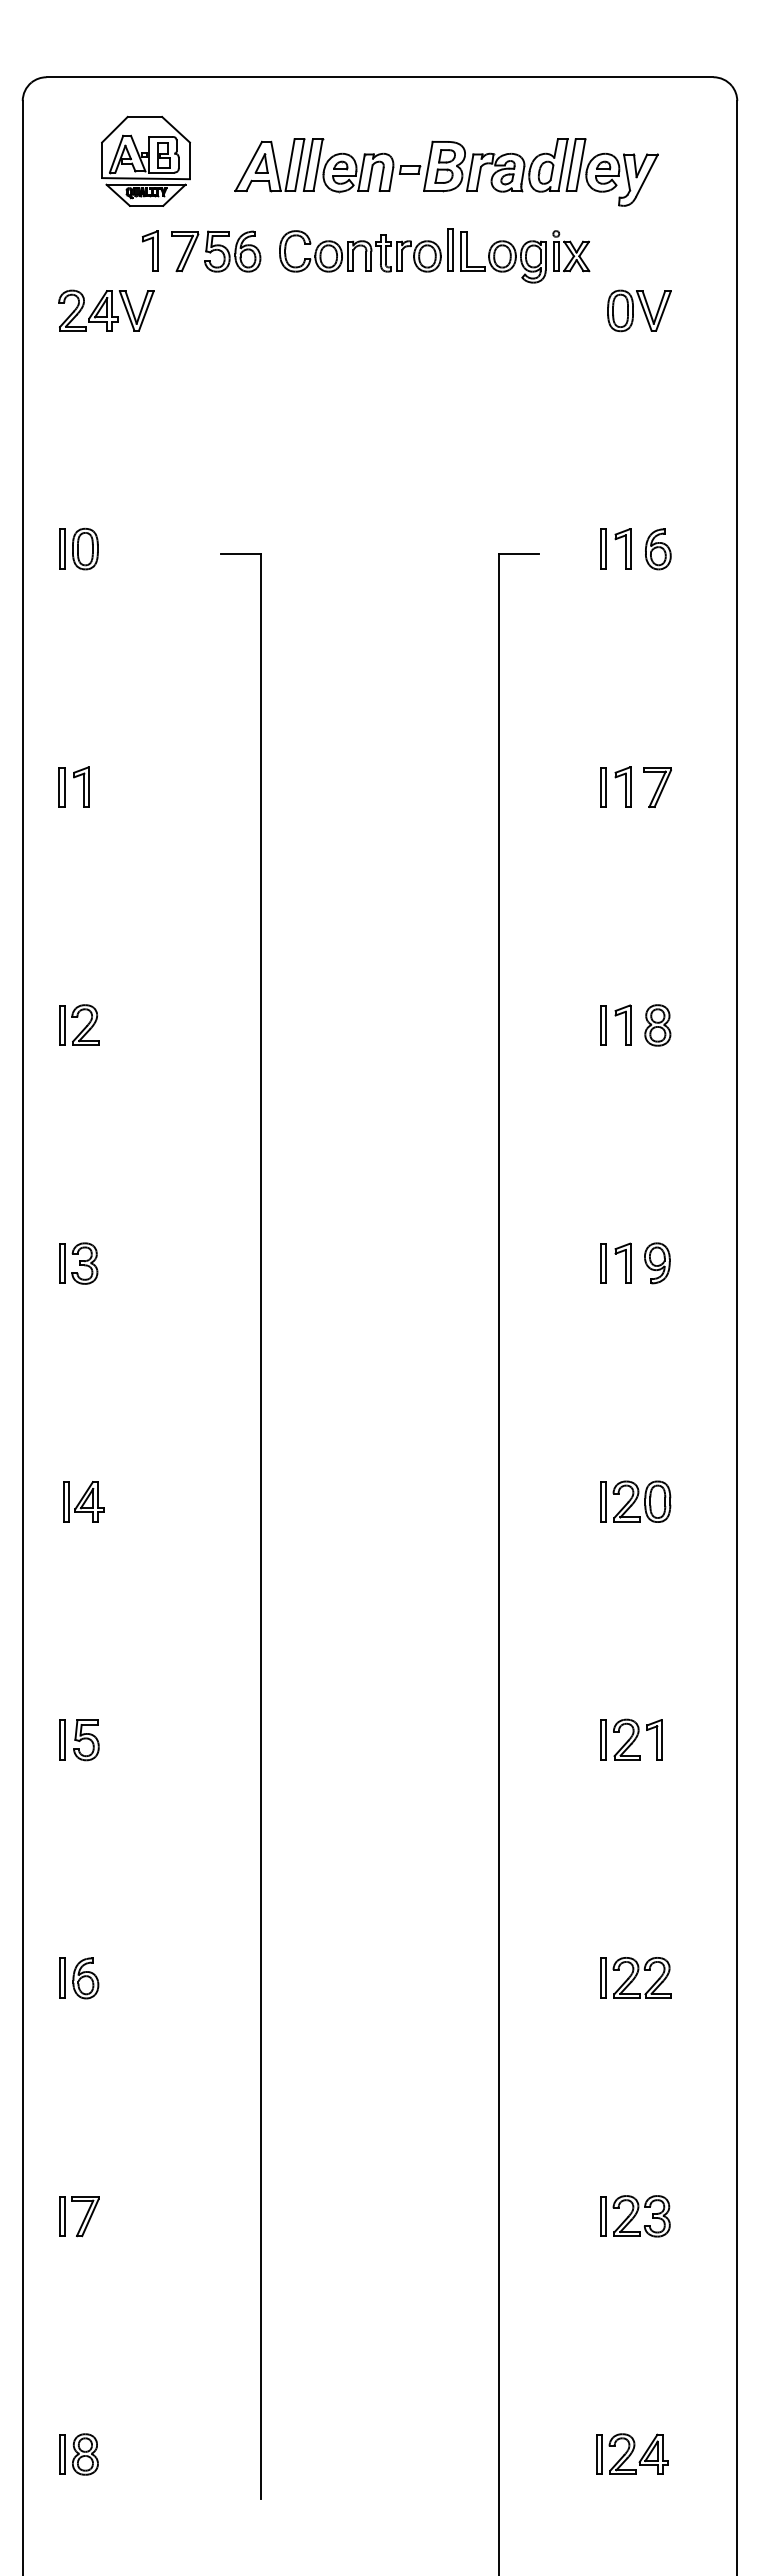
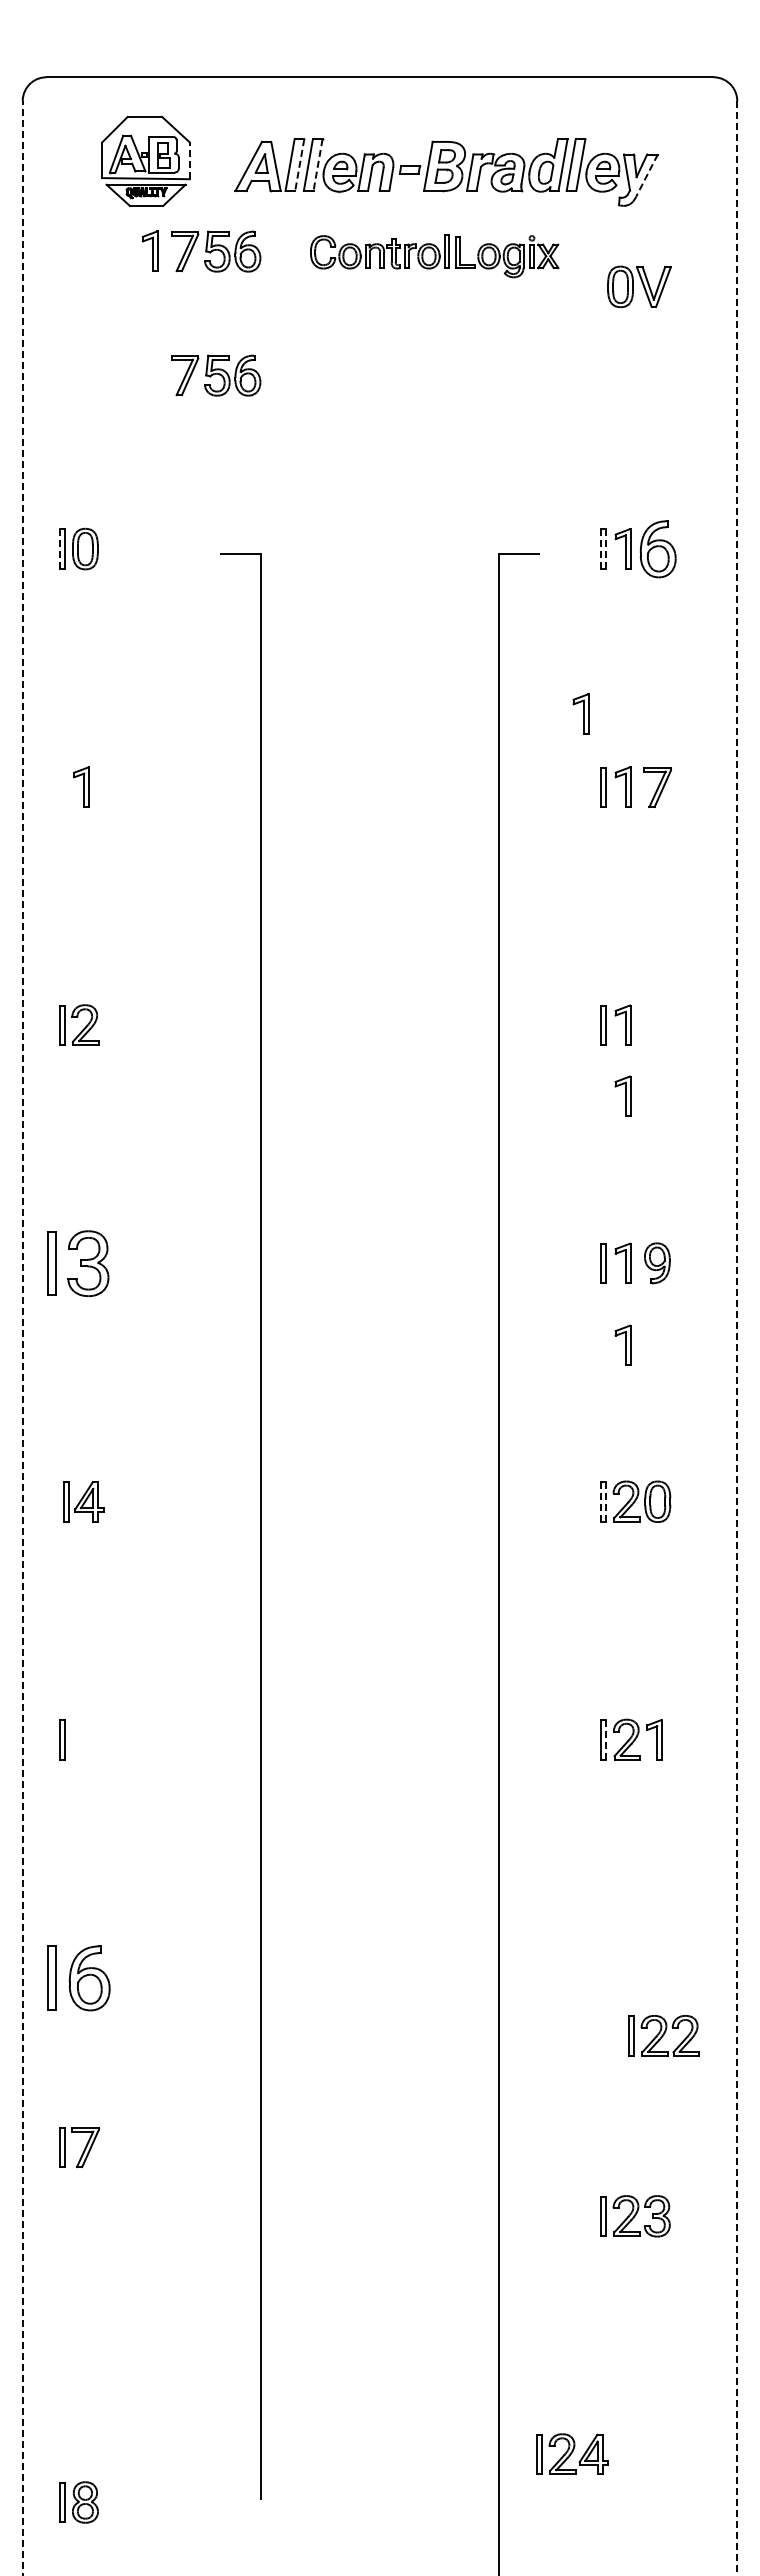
line at (189, 160): solid -> dashed
line at (299, 165): solid -> dashed
line at (317, 165): solid -> dashed
line at (647, 175): solid -> dashed
part at (434, 255) size: 312x56 px -> 250x45 px
part at (106, 310): present -> none
part at (639, 310) position: (639, 310) -> (639, 286)
part at (216, 375): none -> present
line at (59, 549): solid -> dashed
line at (600, 549): solid -> dashed
line at (606, 549): solid -> dashed
part at (658, 549) size: 27x43 px -> 38x59 px
part at (580, 713): none -> present
part at (61, 787): present -> none
part at (657, 1025): present -> none
part at (622, 1095): none -> present
part at (78, 1263) size: 40x43 px -> 63x67 px
line at (22, 1337): solid -> dashed
line at (737, 1338): solid -> dashed
part at (622, 1344): none -> present
line at (600, 1501): solid -> dashed
line at (606, 1501): solid -> dashed
line at (606, 1739): solid -> dashed
part at (86, 1740): present -> none
part at (635, 1977) position: (635, 1977) -> (663, 2035)
part at (79, 1978) size: 41x43 px -> 64x67 px
part at (79, 2216) position: (79, 2216) -> (79, 2147)
part at (632, 2453) position: (632, 2453) -> (572, 2453)
part at (78, 2454) position: (78, 2454) -> (78, 2502)
